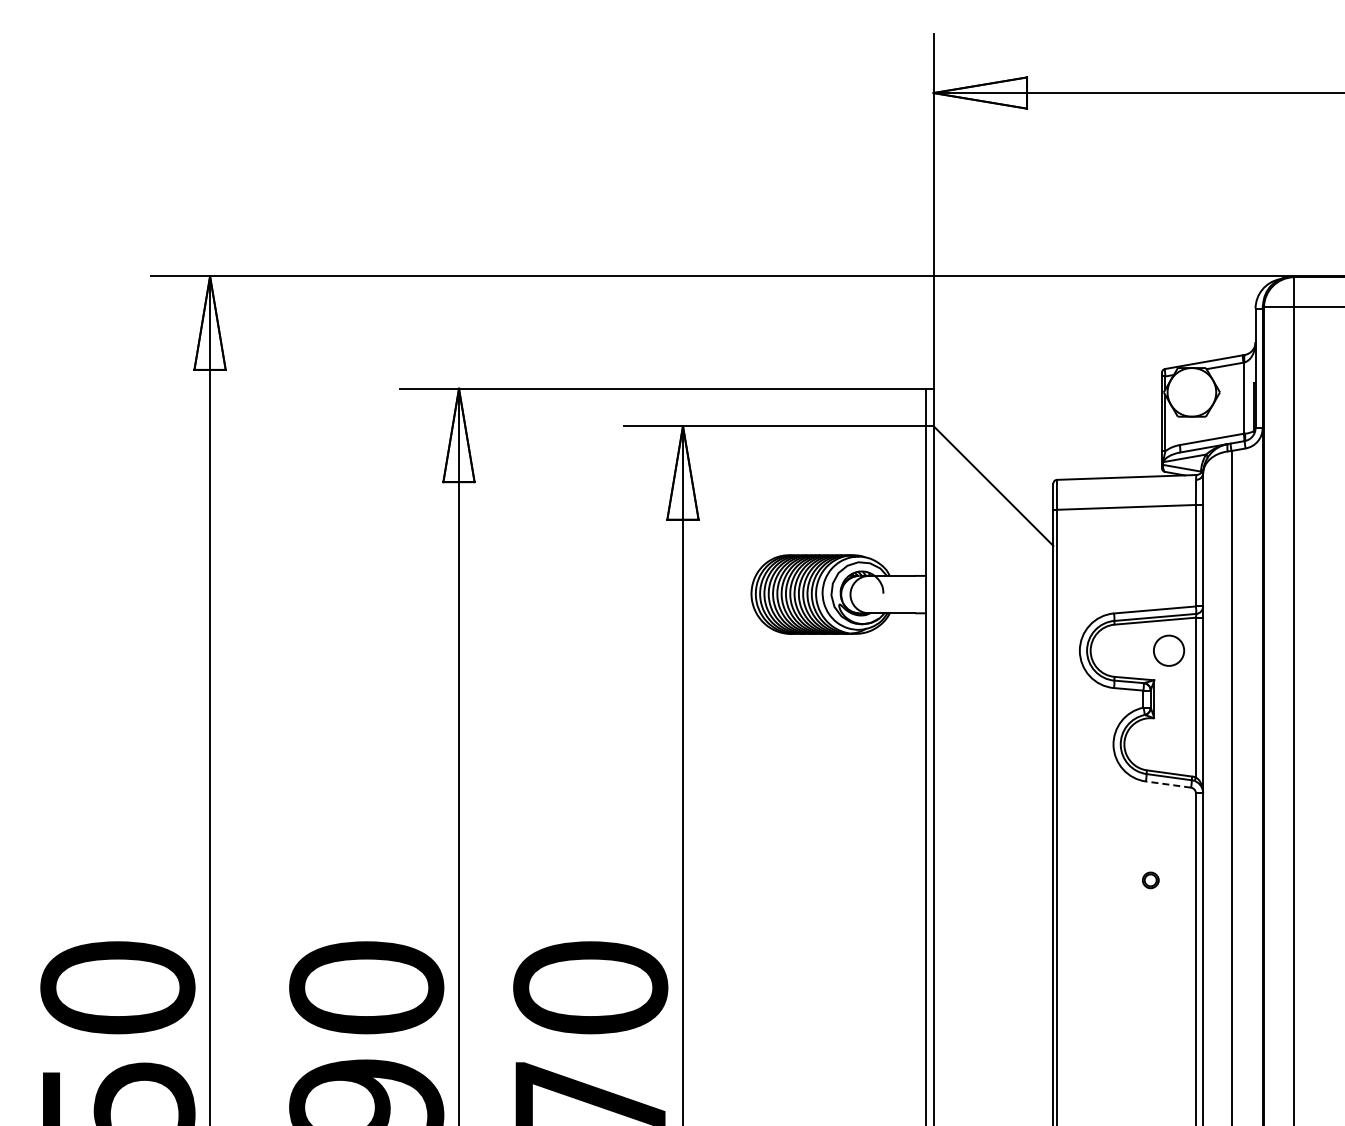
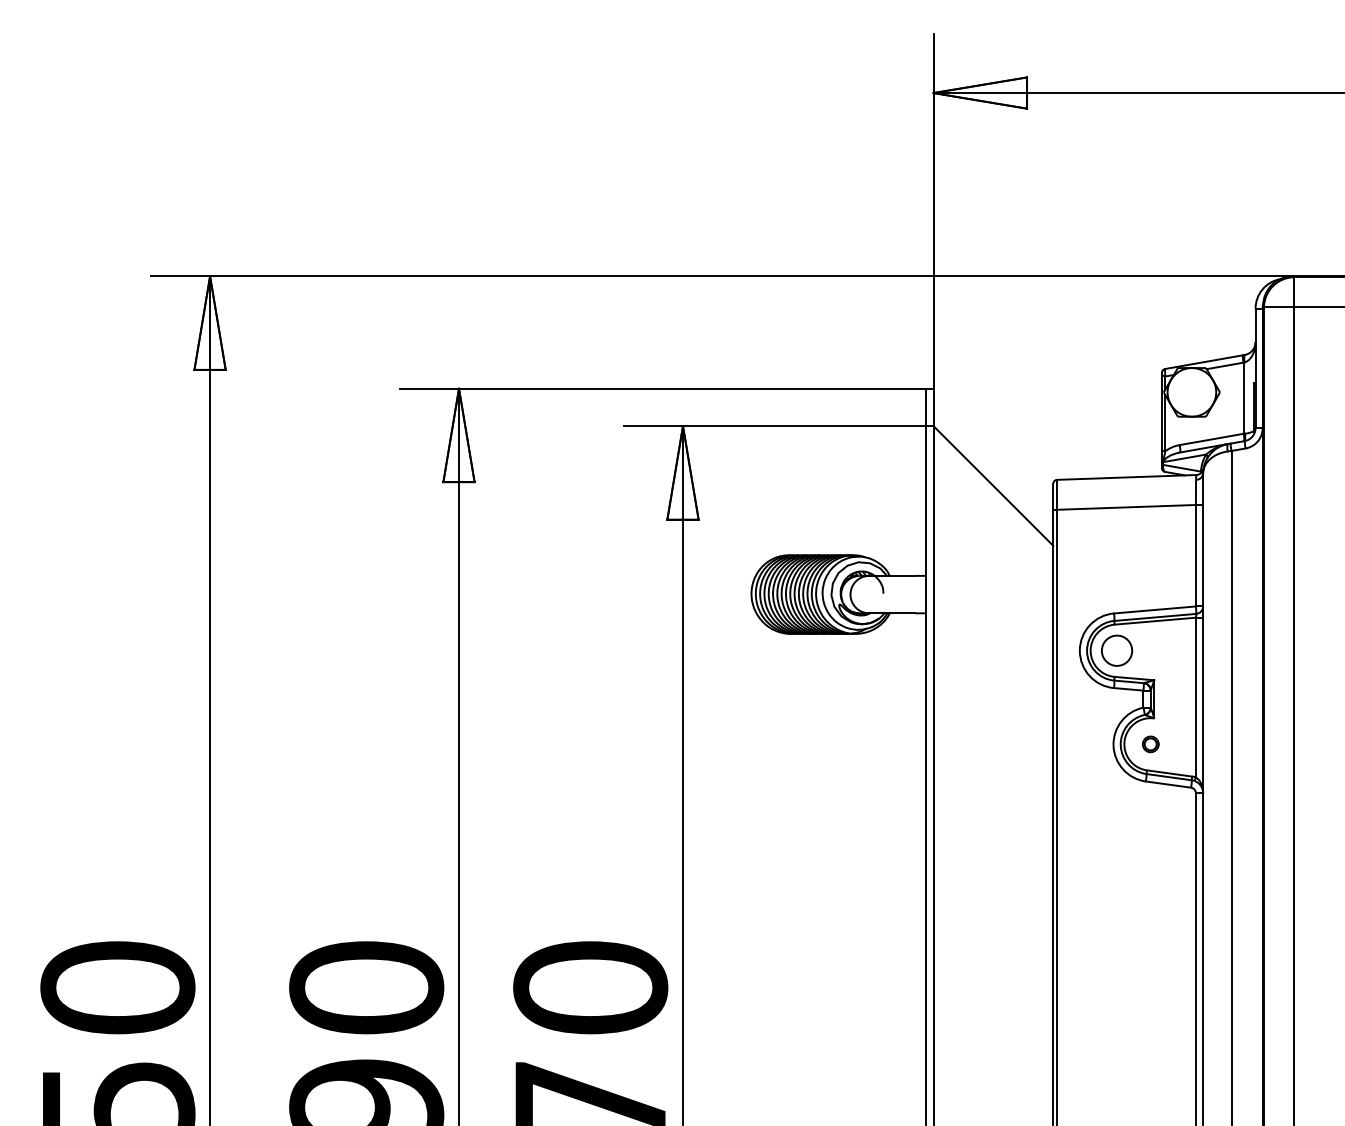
circle at (1169, 650) position: (1169, 650) -> (1117, 650)
line at (1168, 784): dashed -> solid
part at (1150, 880) position: (1150, 880) -> (1150, 744)
